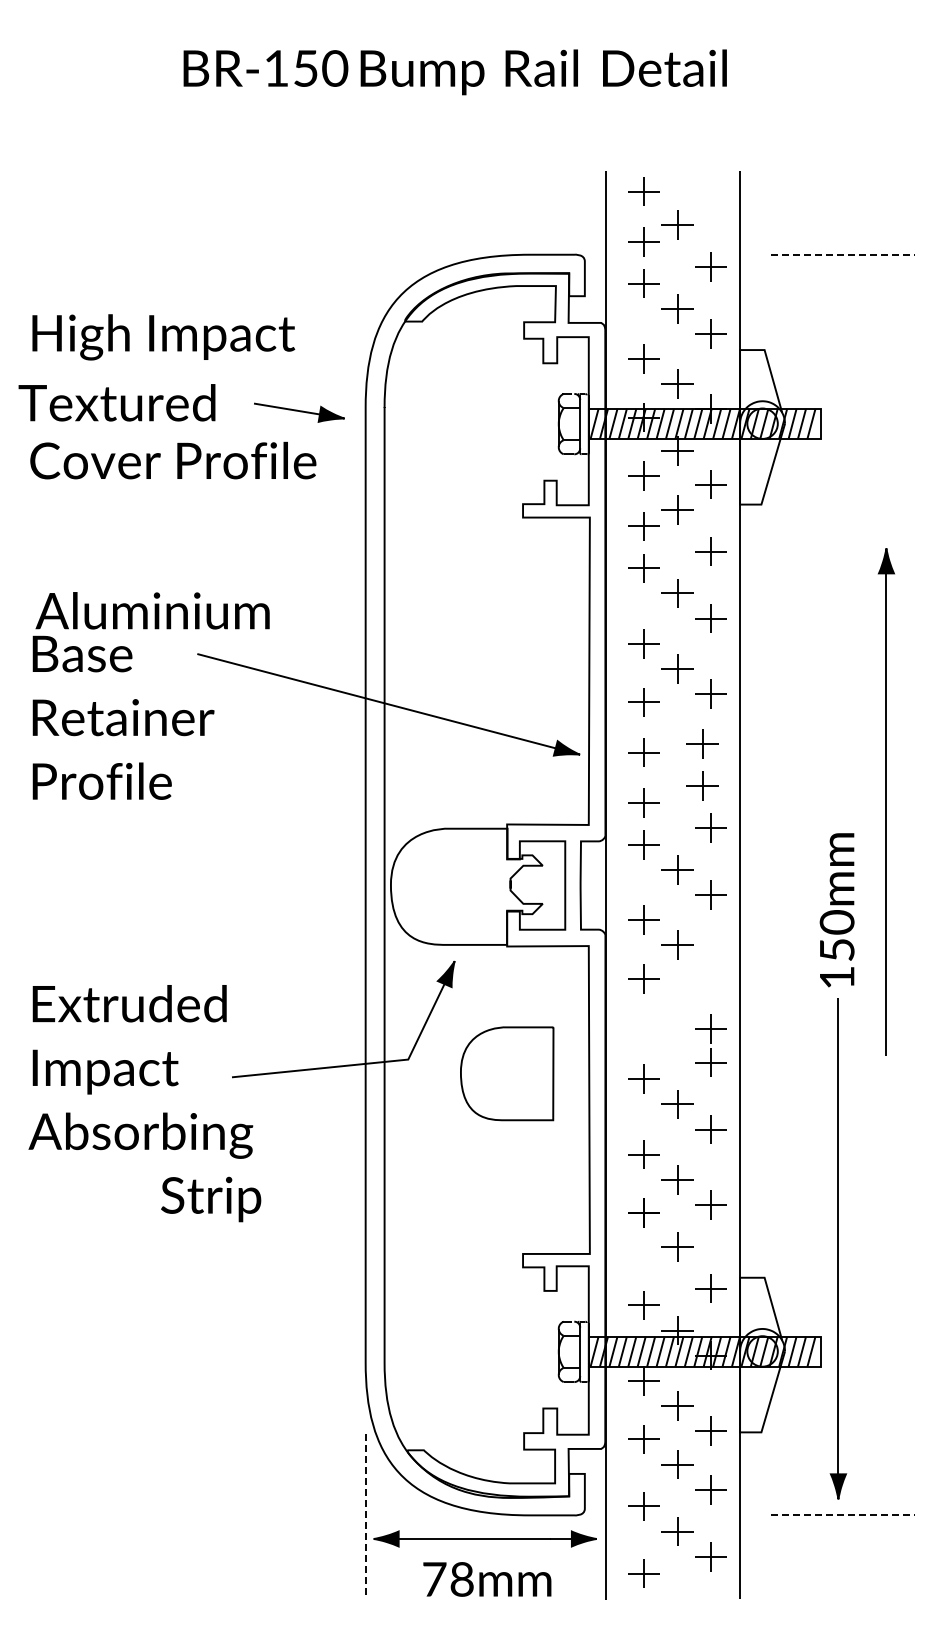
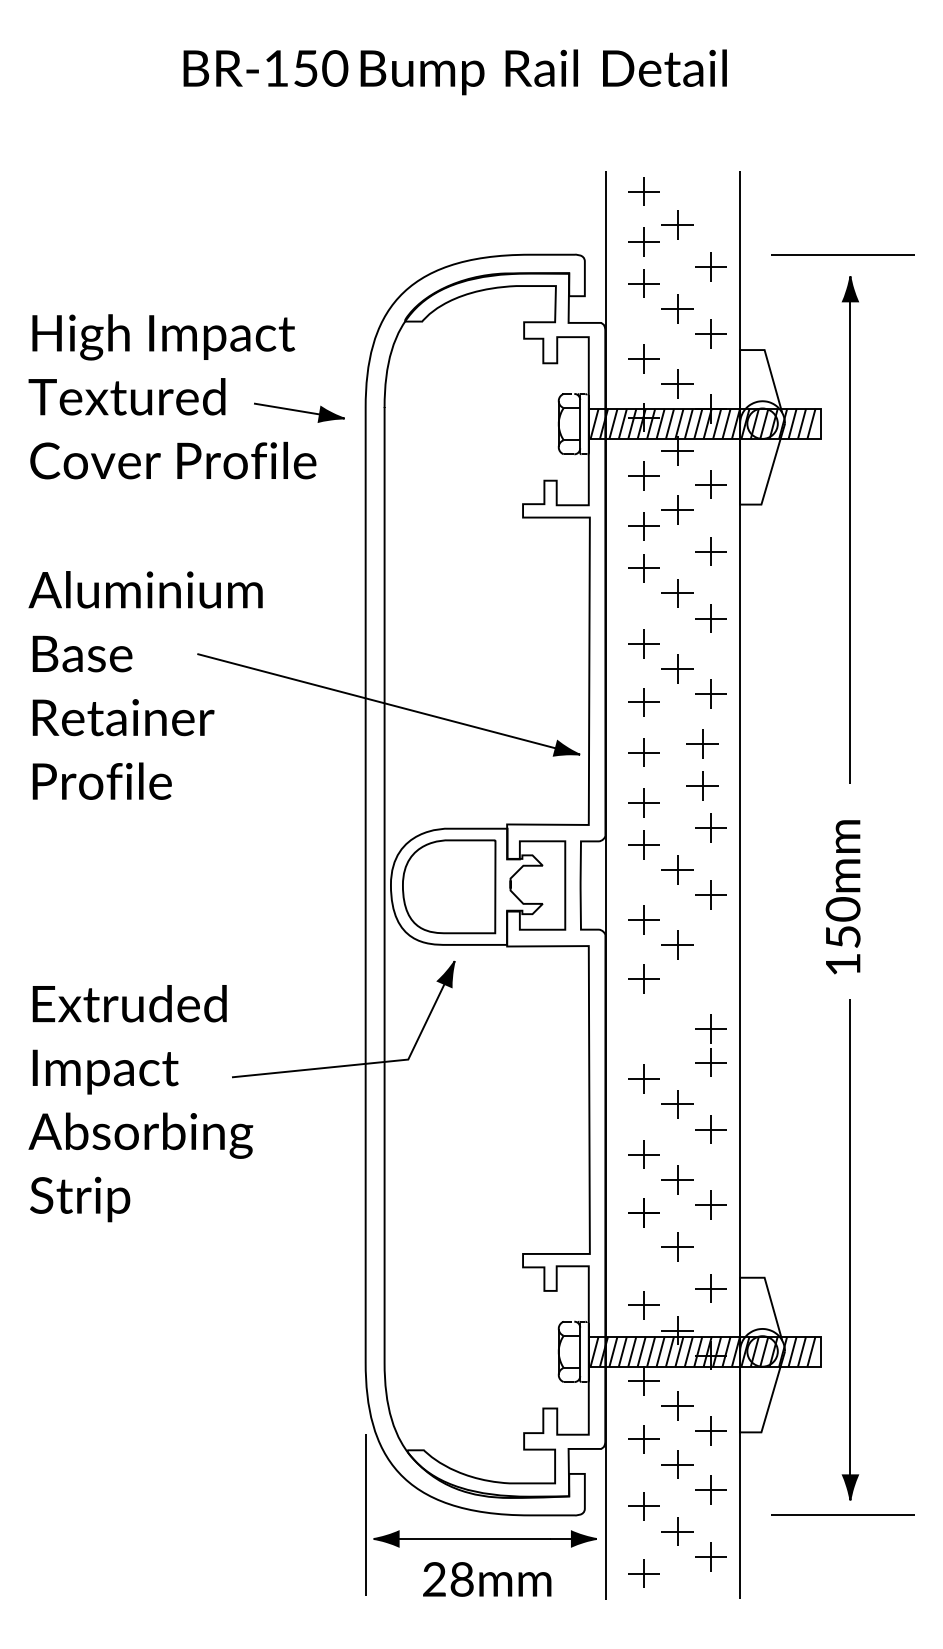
line at (842, 254): dashed -> solid
text at (116, 402) position: (116, 402) -> (126, 396)
text at (152, 610) position: (152, 610) -> (145, 589)
part at (885, 801) position: (885, 801) -> (849, 529)
text at (836, 910) position: (836, 910) -> (842, 897)
part at (507, 1073) position: (507, 1073) -> (449, 886)
text at (211, 1199) position: (211, 1199) -> (80, 1199)
part at (838, 1248) position: (838, 1248) -> (850, 1249)
line at (842, 1514): dashed -> solid
line at (365, 1515): dashed -> solid
text at (434, 1579): 78mm -> 28mm
